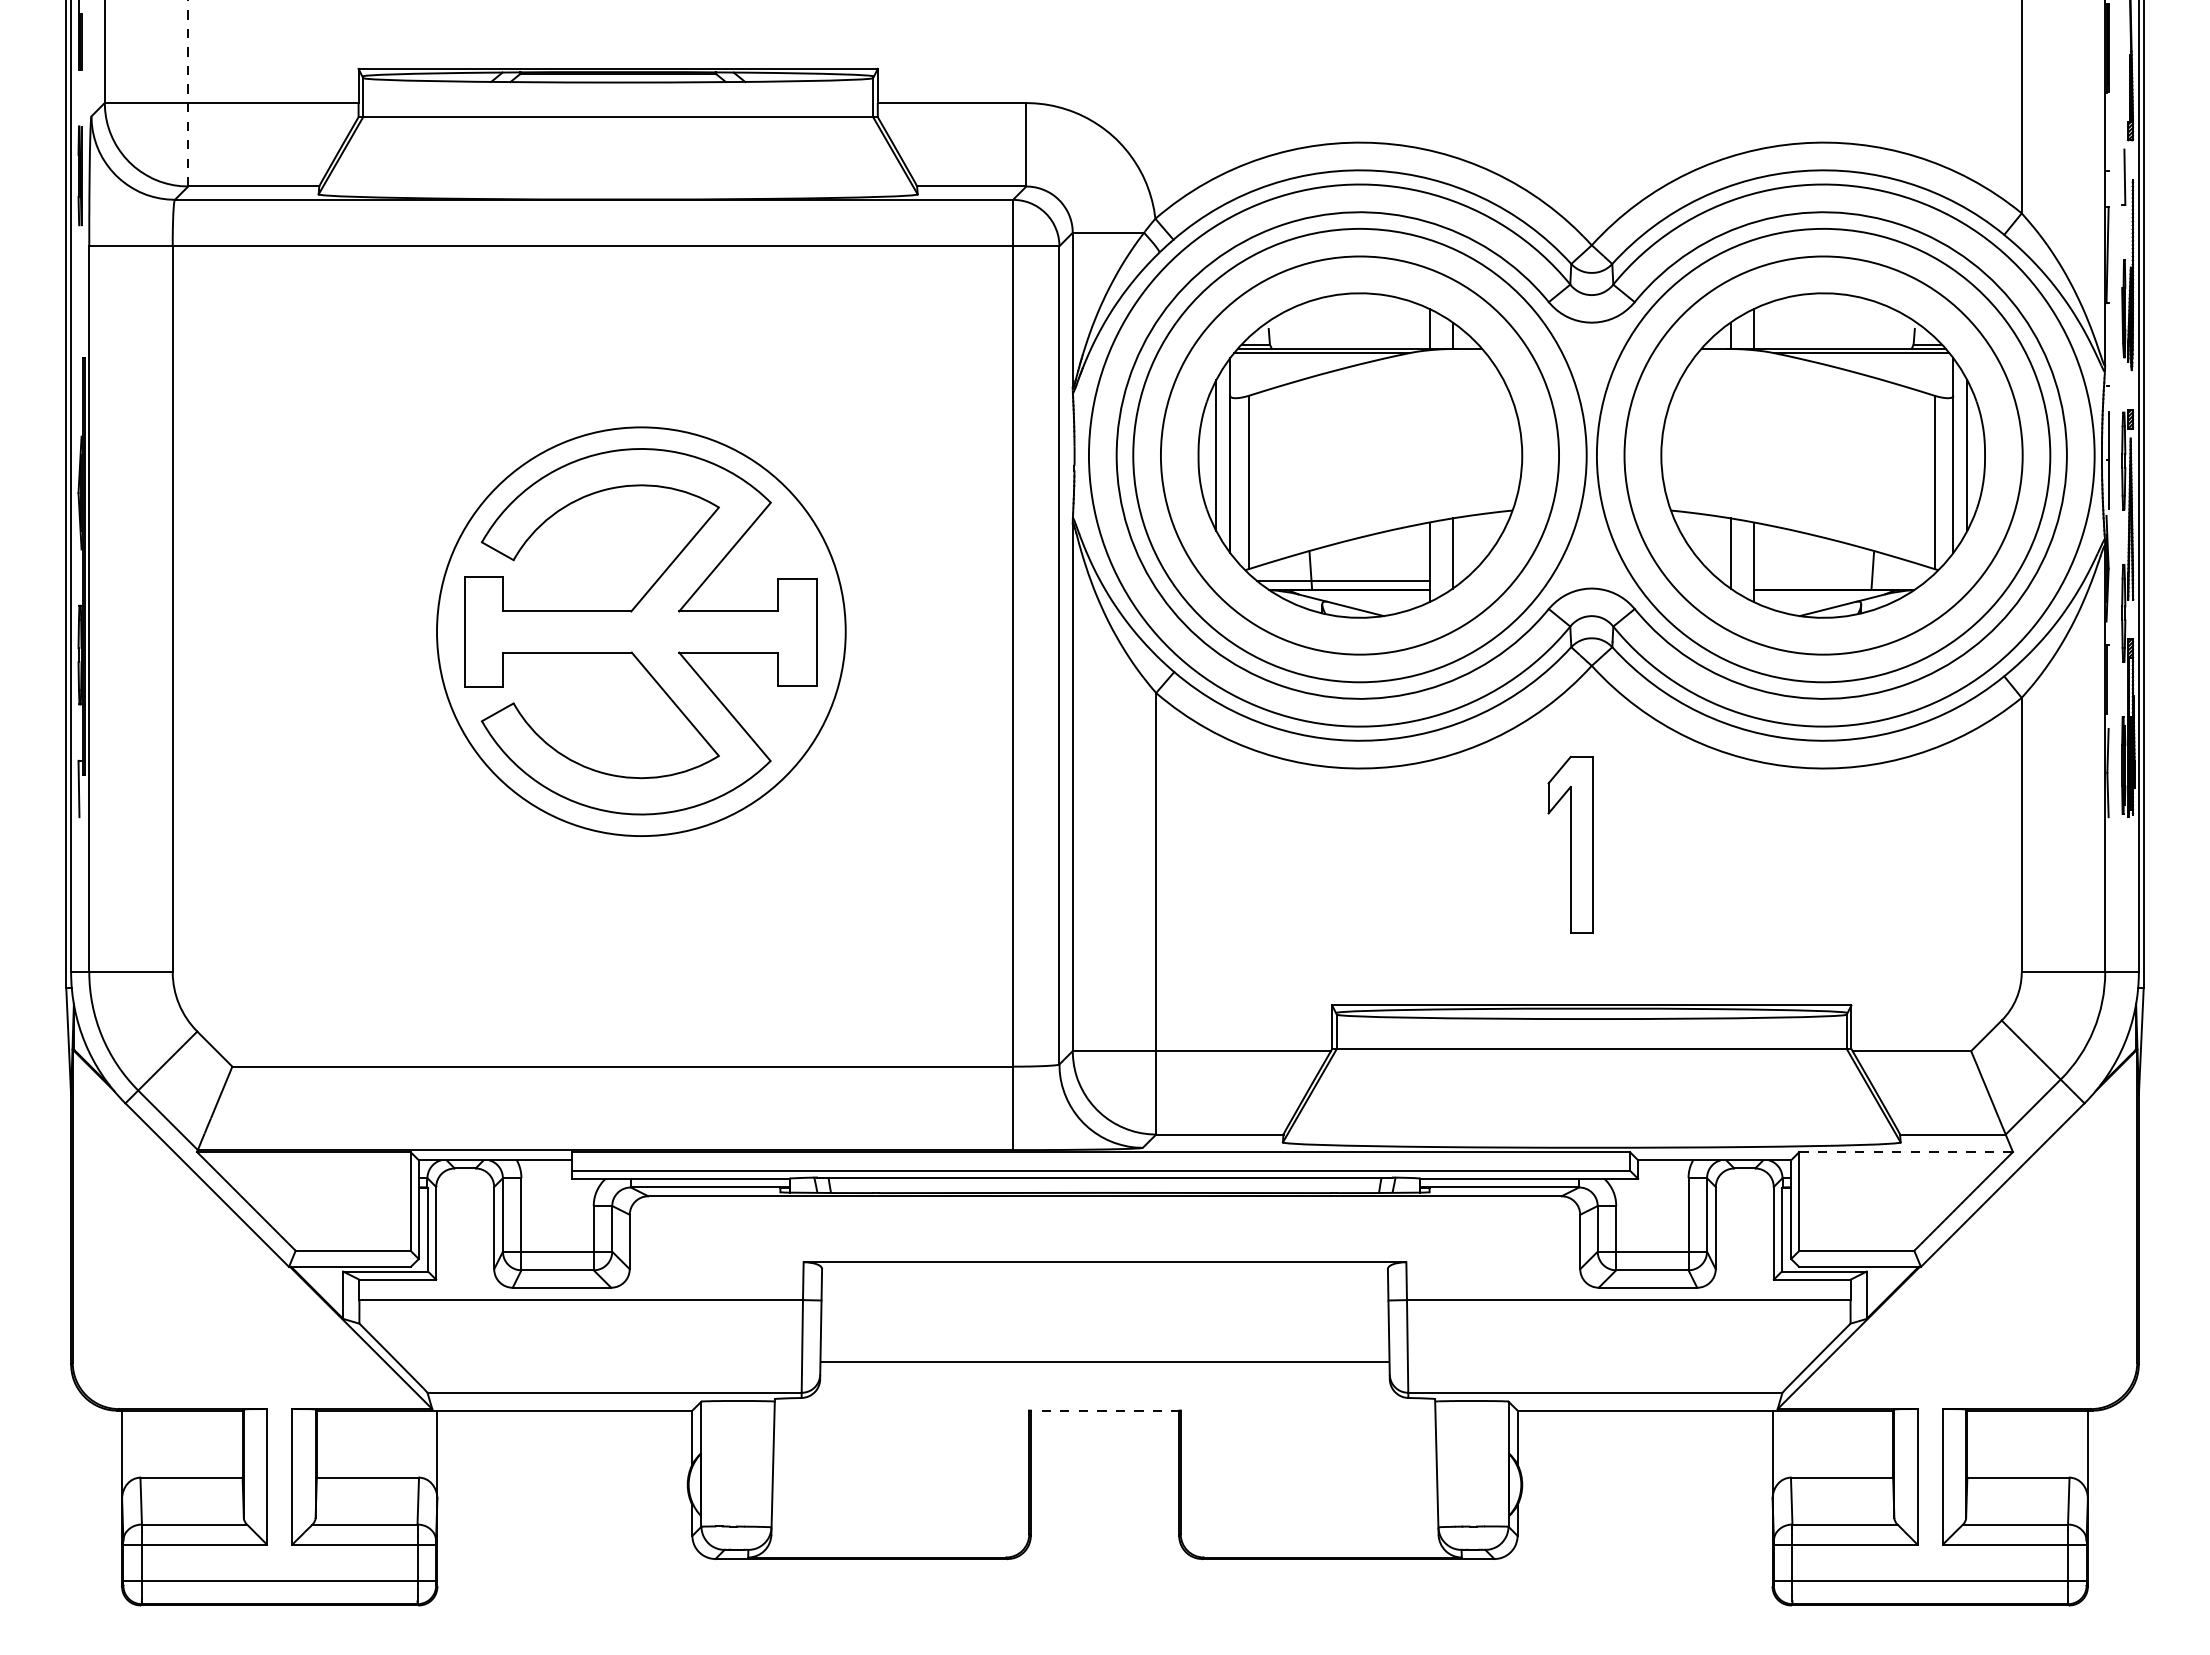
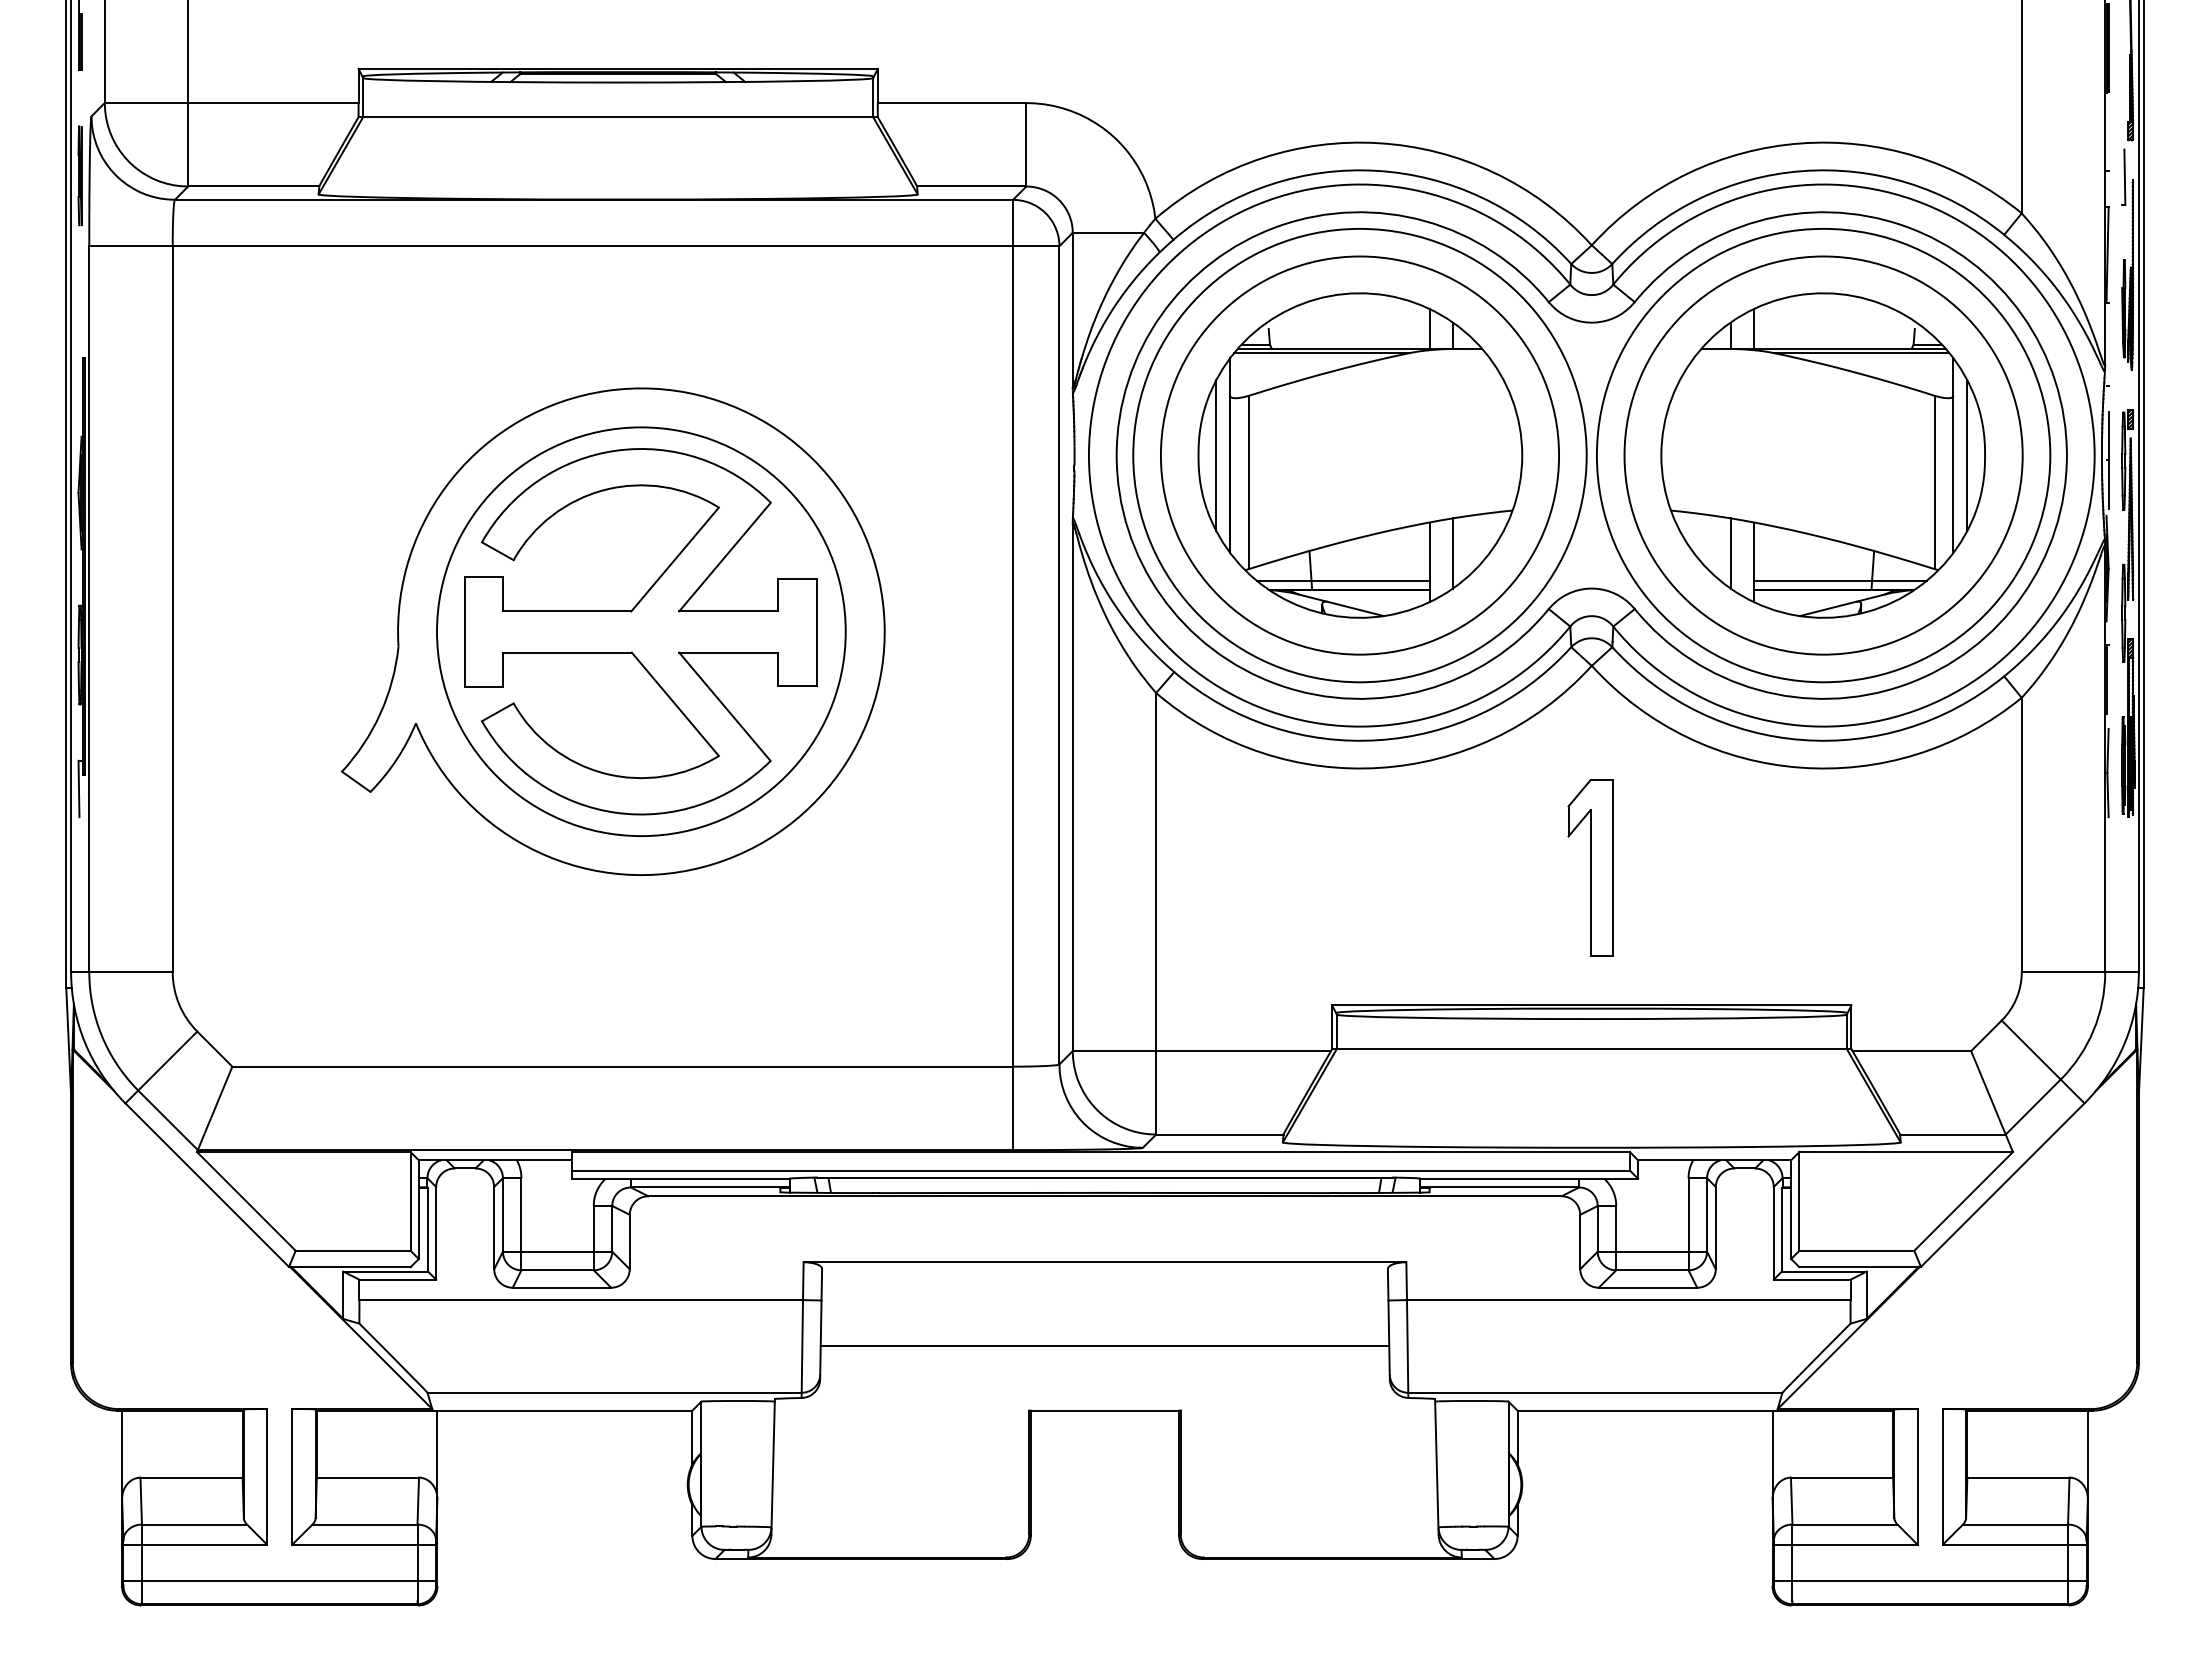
line at (188, 93): dashed -> solid
line at (1840, 580): none -> present
part at (612, 631): none -> present
part at (1570, 844) position: (1570, 844) -> (1590, 867)
line at (1906, 1152): dashed -> solid
line at (1104, 1361) position: (1104, 1361) -> (1104, 1345)
line at (1105, 1410): dashed -> solid
